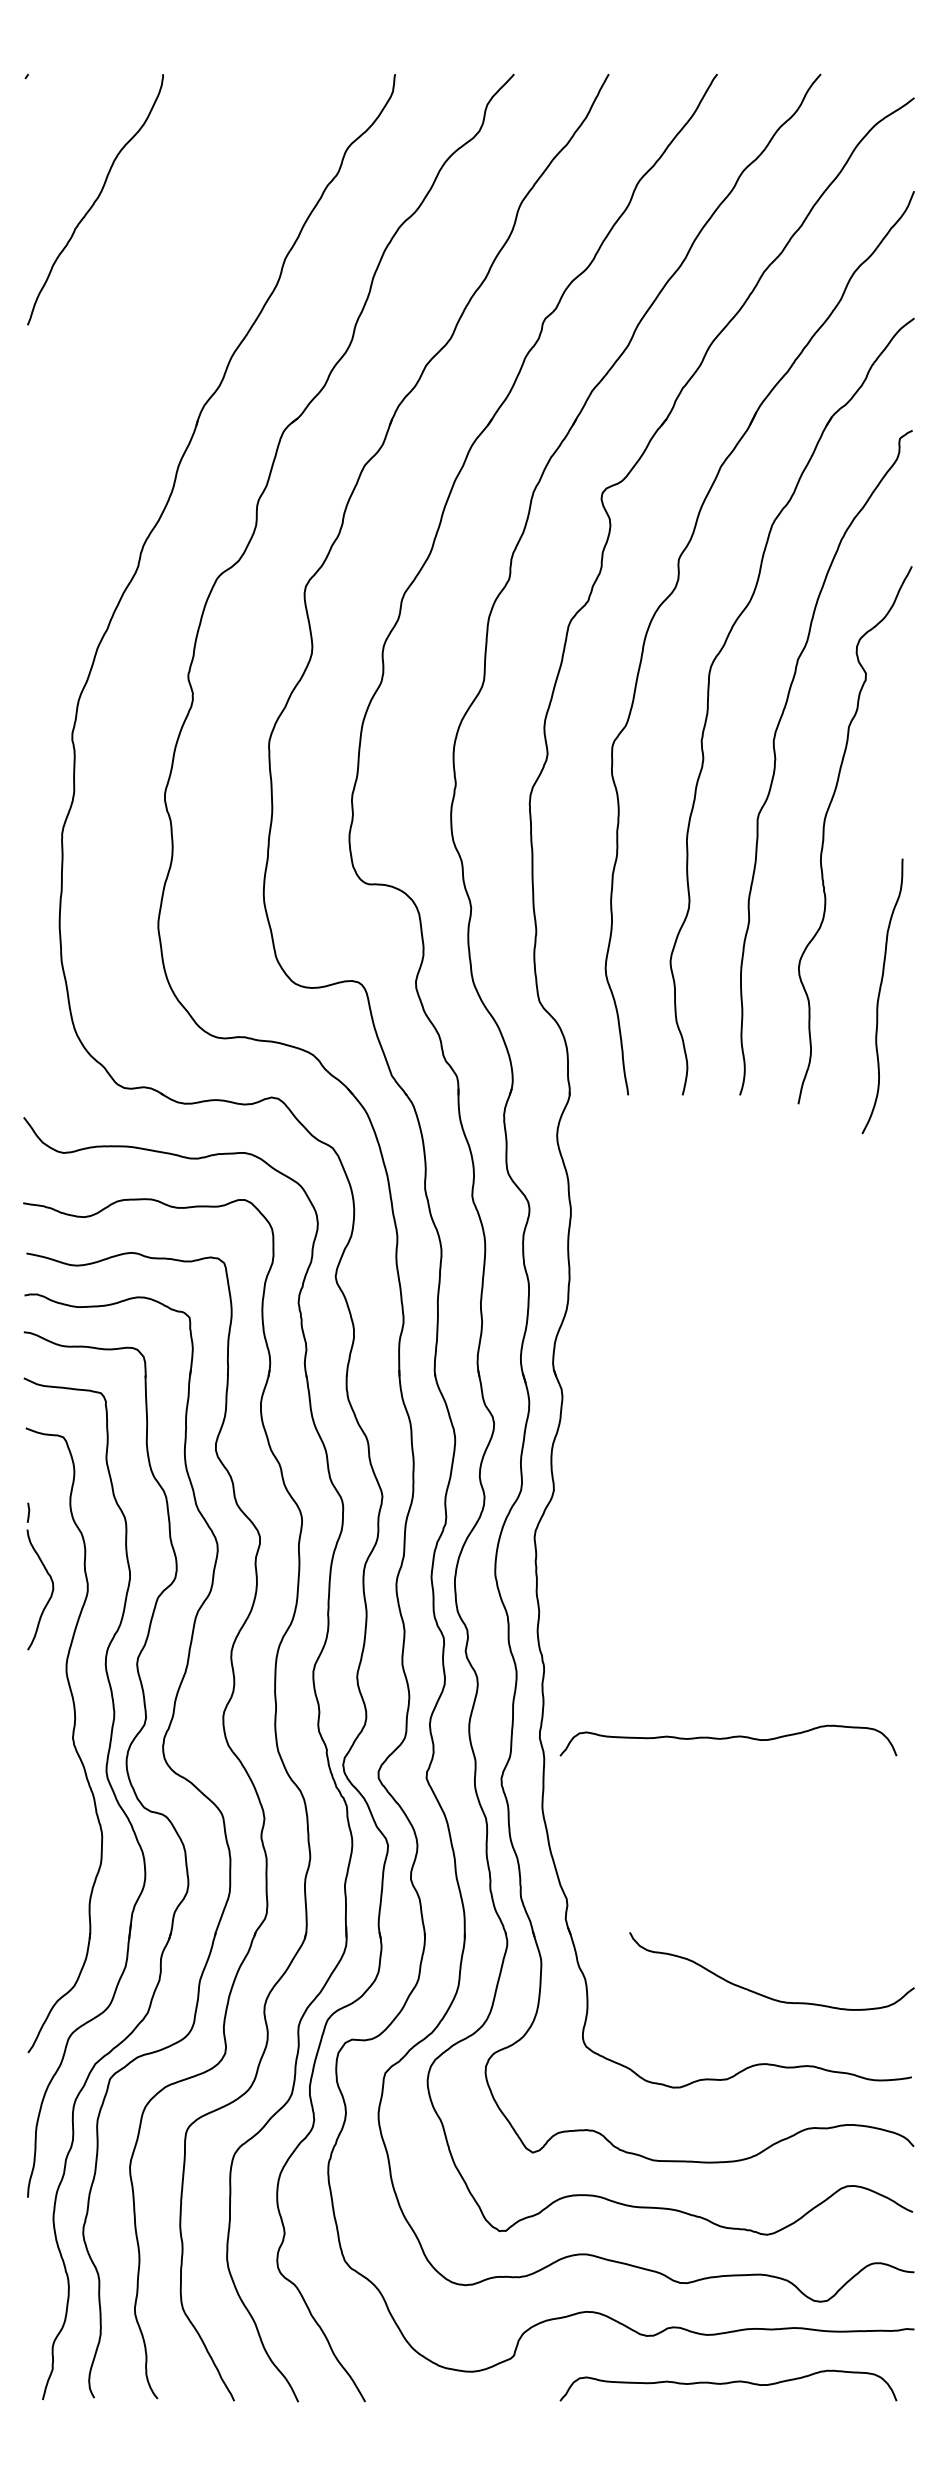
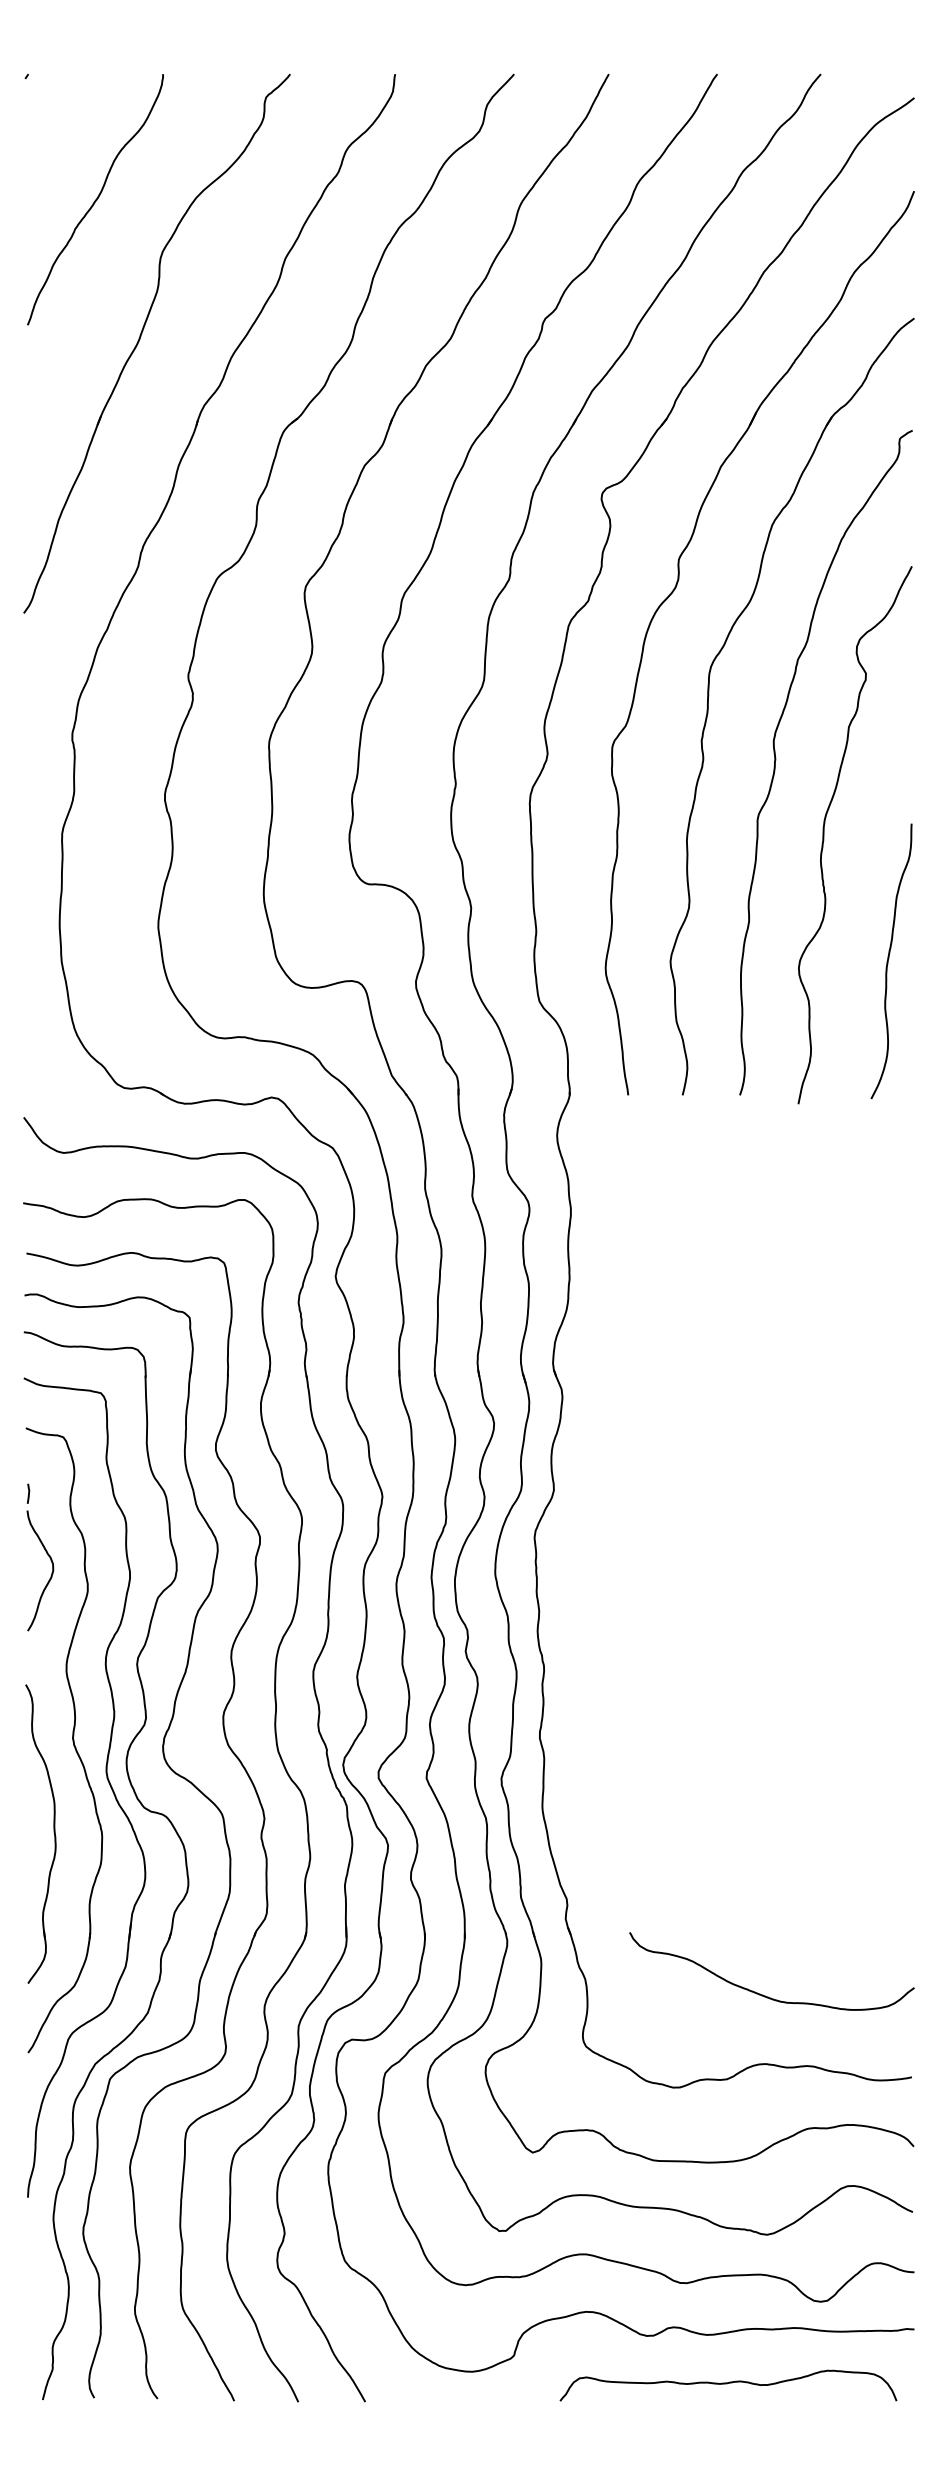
part at (140, 339): none -> present
curve at (879, 996) position: (879, 996) -> (888, 961)
part at (46, 1572) position: (46, 1572) -> (46, 1553)
curve at (727, 1739): present -> none
part at (53, 1832): none -> present
